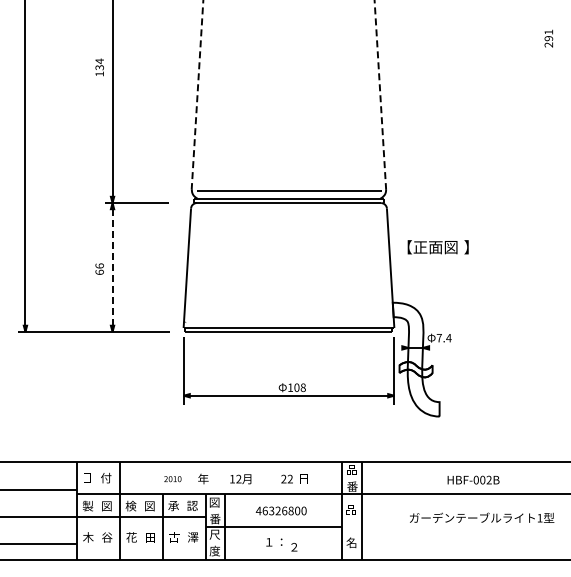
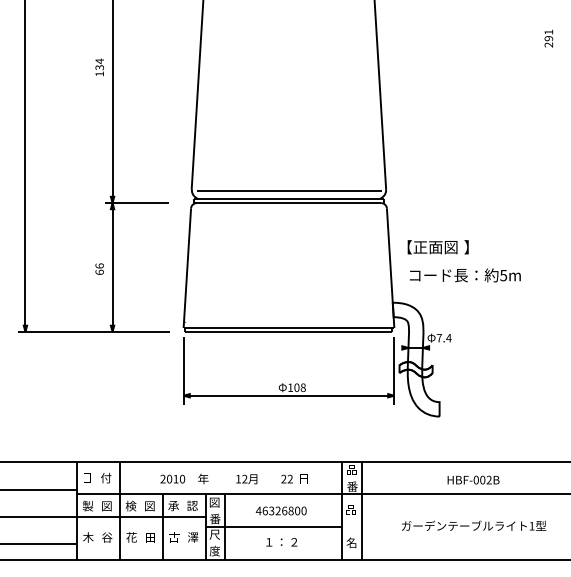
line at (197, 94): dashed -> solid
line at (380, 94): dashed -> solid
line at (112, 267): dashed -> solid
part at (465, 275): none -> present
part at (172, 479) size: 18x7 px -> 26x10 px
text at (240, 479) position: (240, 479) -> (246, 479)
part at (482, 517) position: (482, 517) -> (474, 525)
part at (294, 547) position: (294, 547) -> (294, 542)
